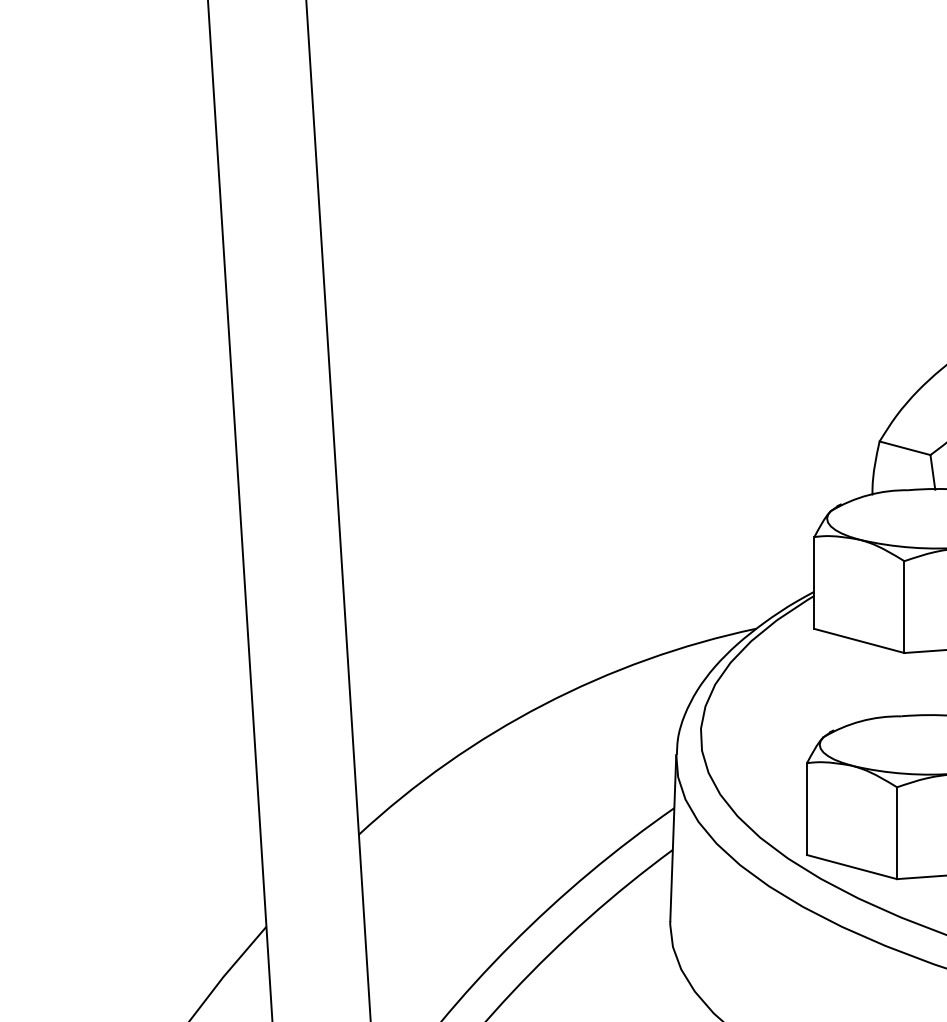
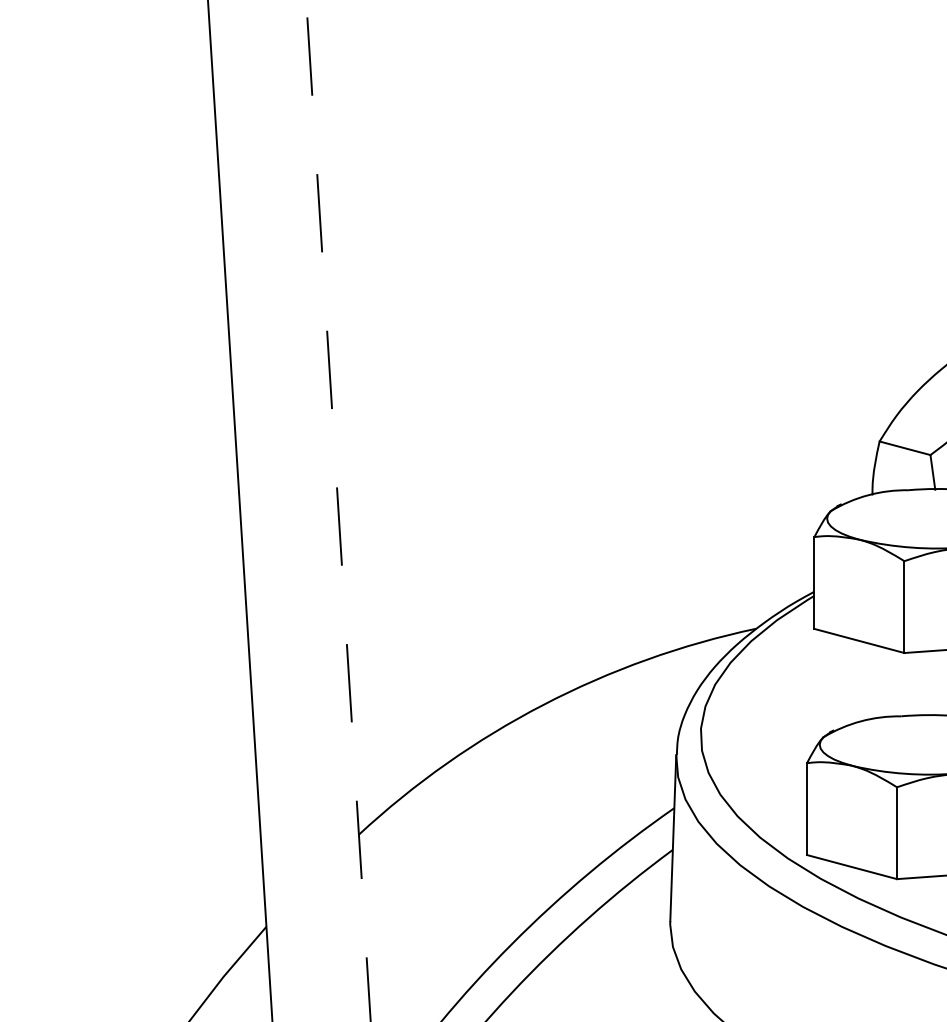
line at (338, 510): solid -> dashed
